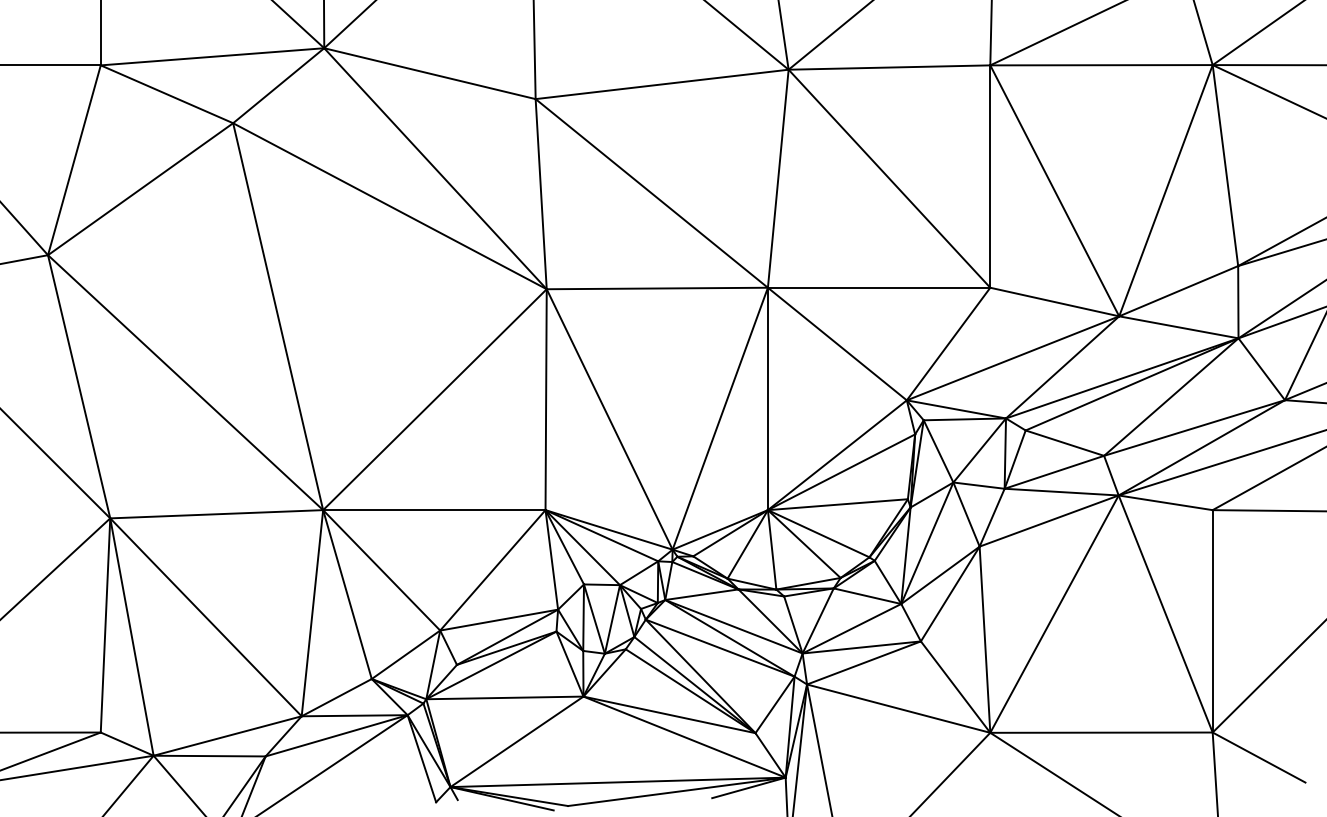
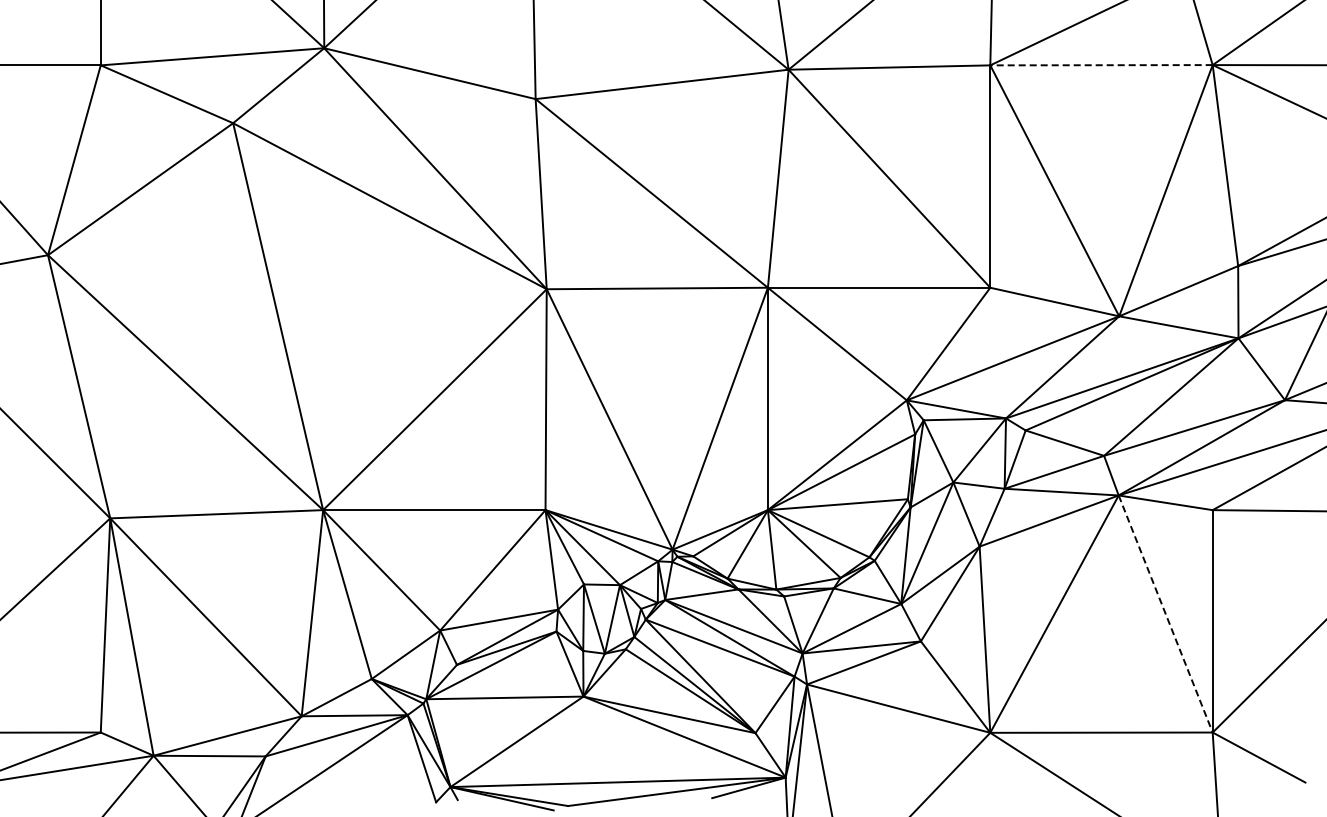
line at (1101, 65): solid -> dashed
line at (1165, 614): solid -> dashed
